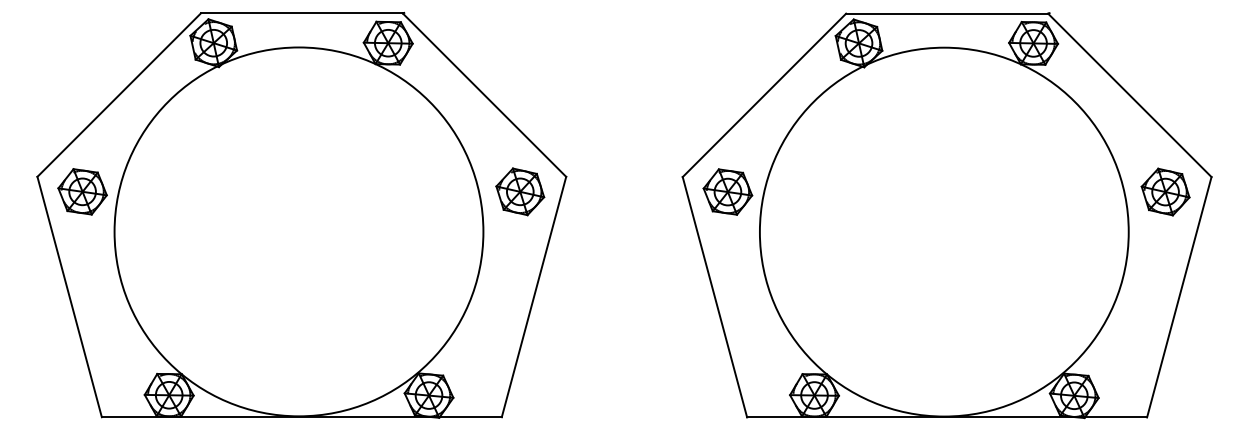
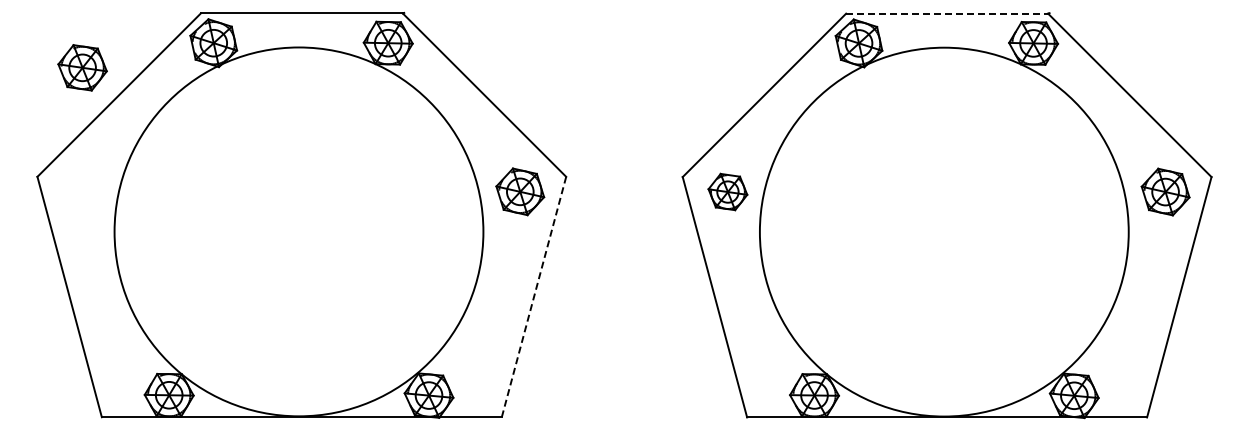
line at (947, 13): solid -> dashed
part at (82, 191) position: (82, 191) -> (82, 67)
part at (727, 191) size: 52x48 px -> 42x40 px
line at (534, 296): solid -> dashed
